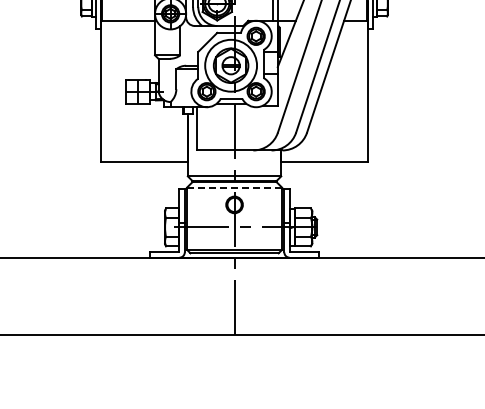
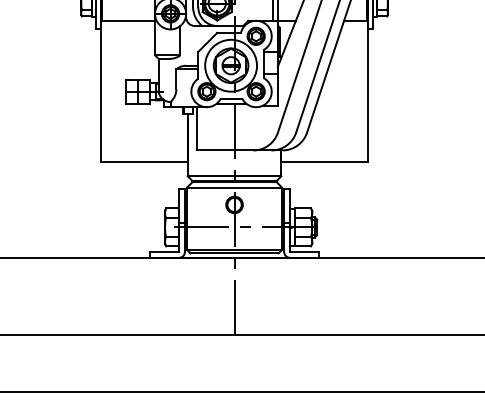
line at (234, 187): dashed -> solid
line at (241, 391): none -> present
